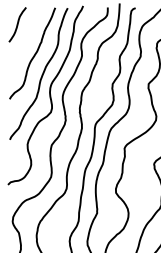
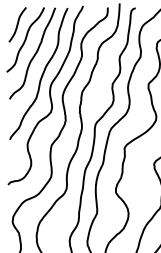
curve at (25, 39): none -> present
